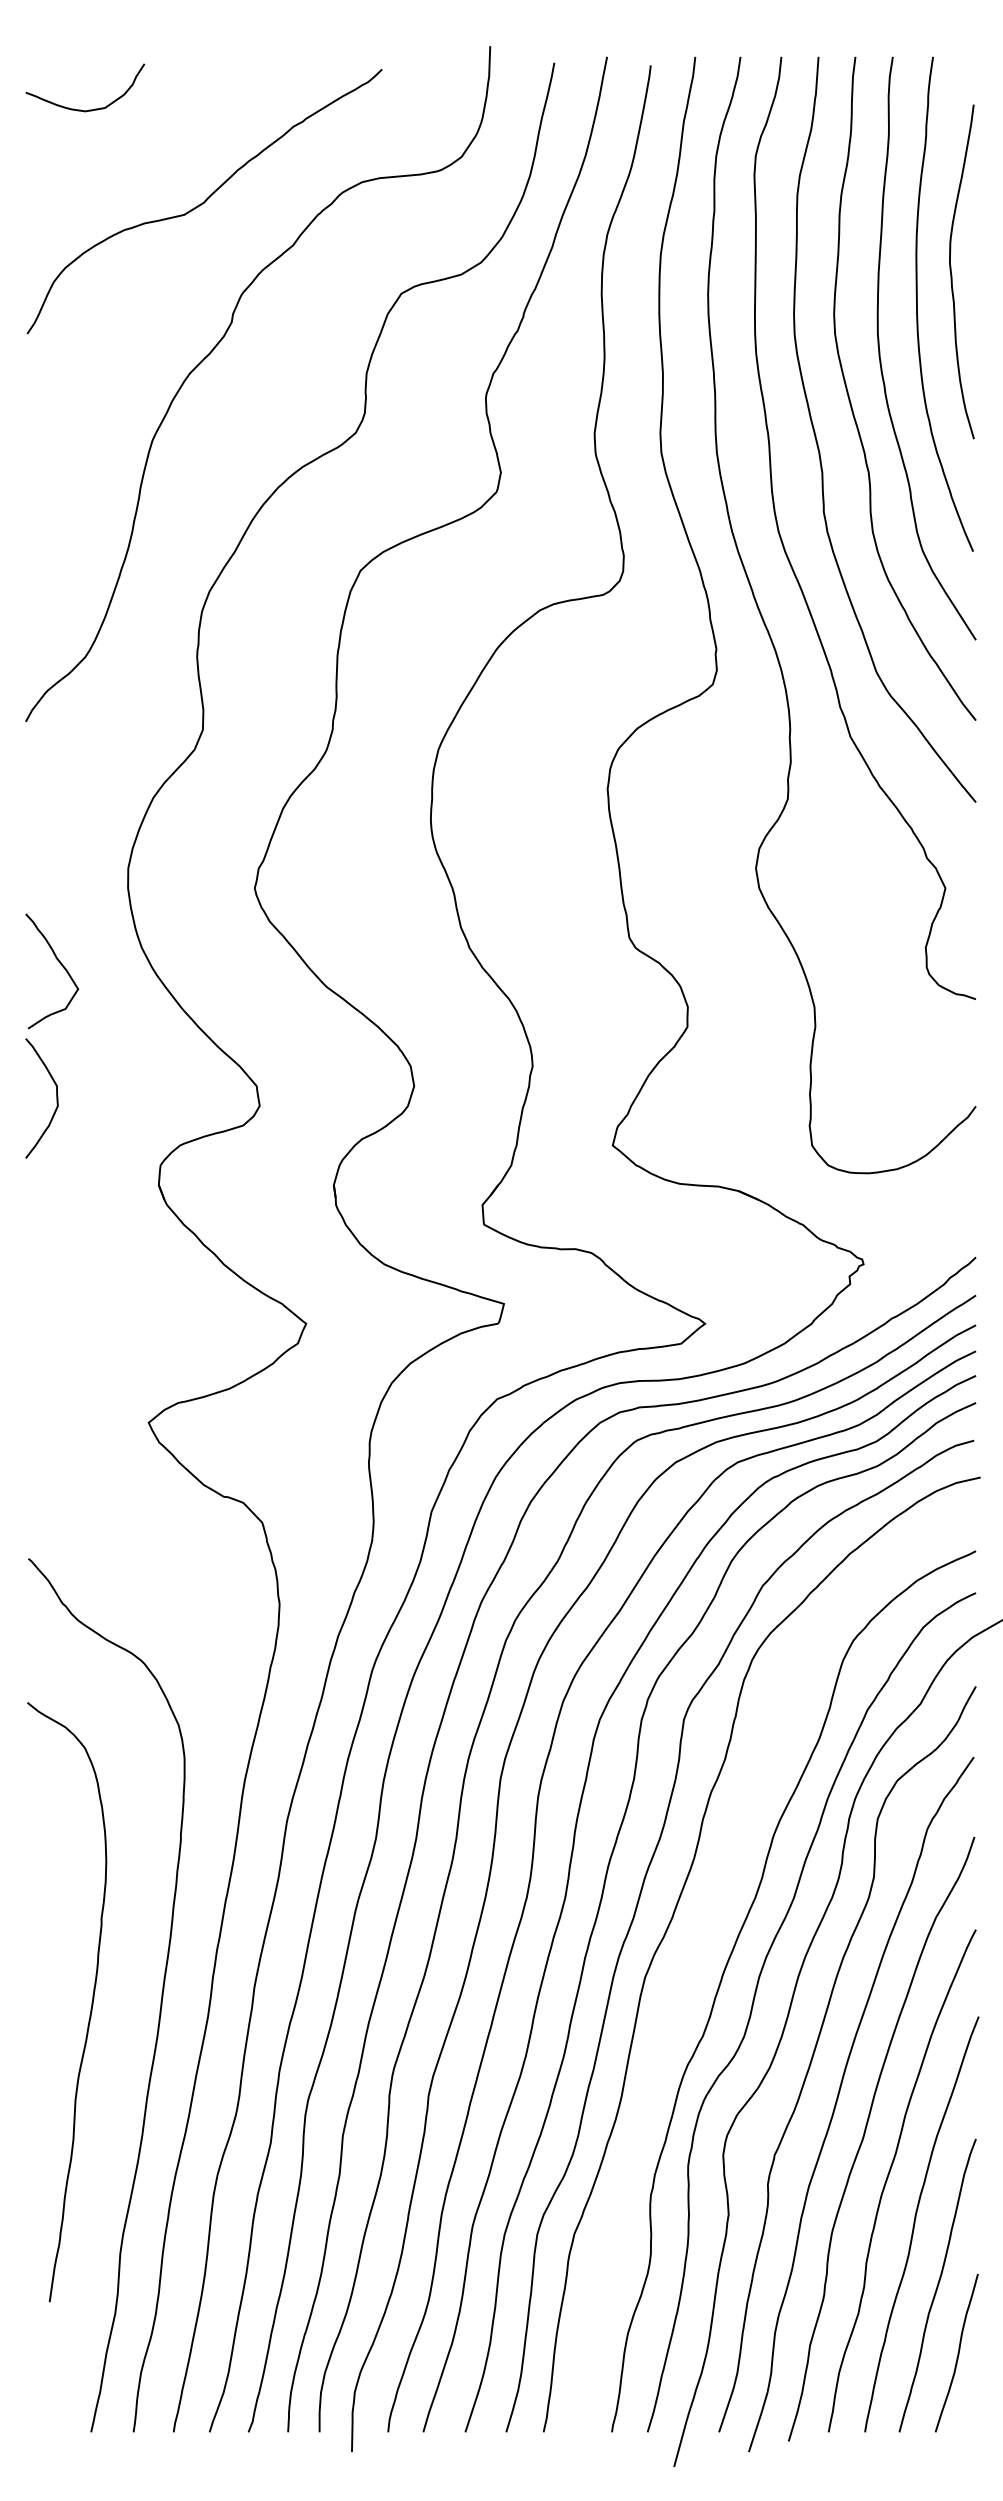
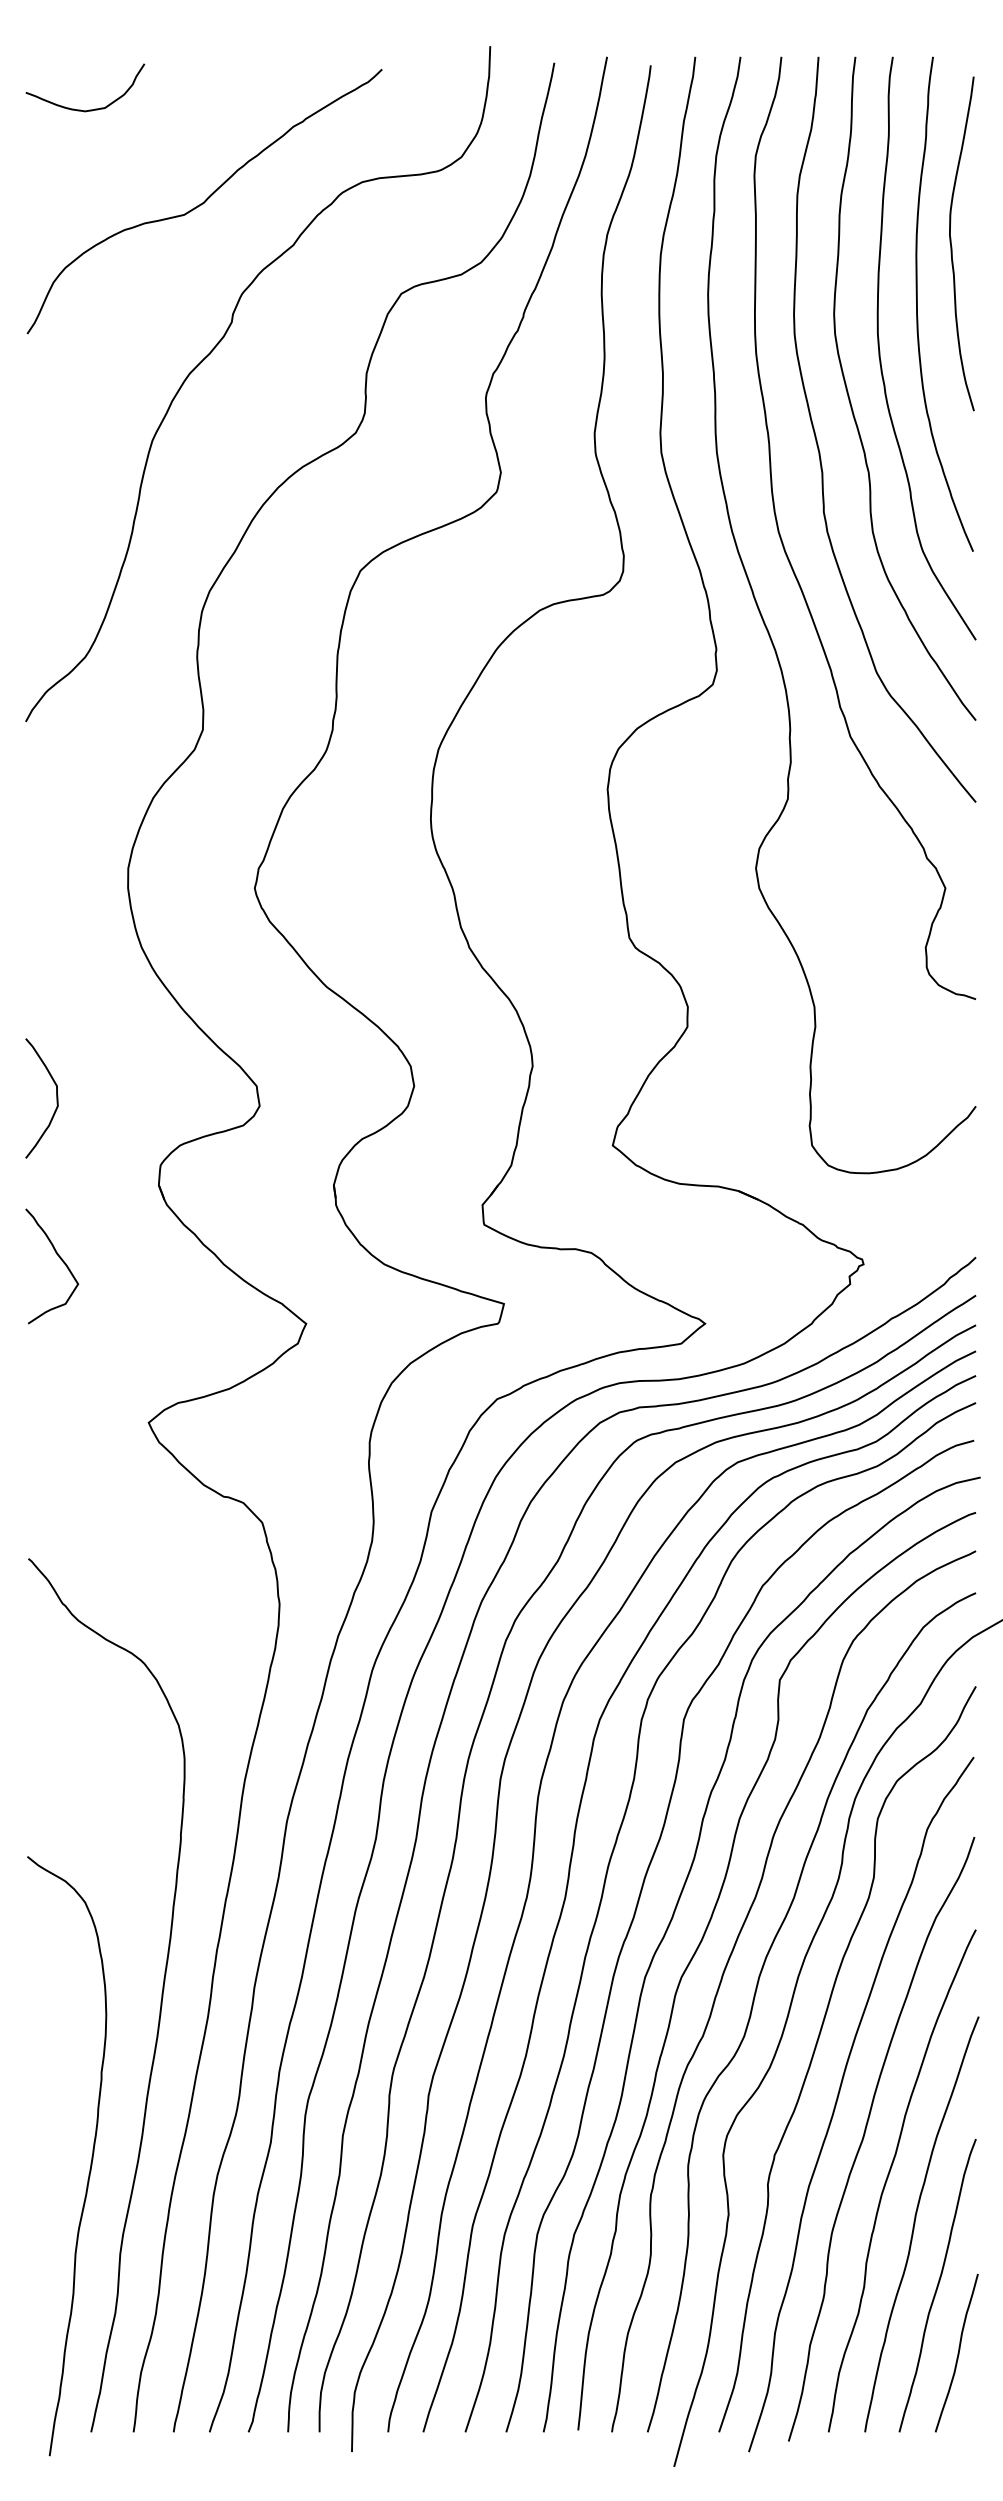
curve at (952, 274) position: (952, 274) -> (952, 246)
curve at (59, 963) position: (59, 963) -> (59, 1258)
curve at (703, 1939): none -> present
curve at (90, 2008) position: (90, 2008) -> (90, 2162)
